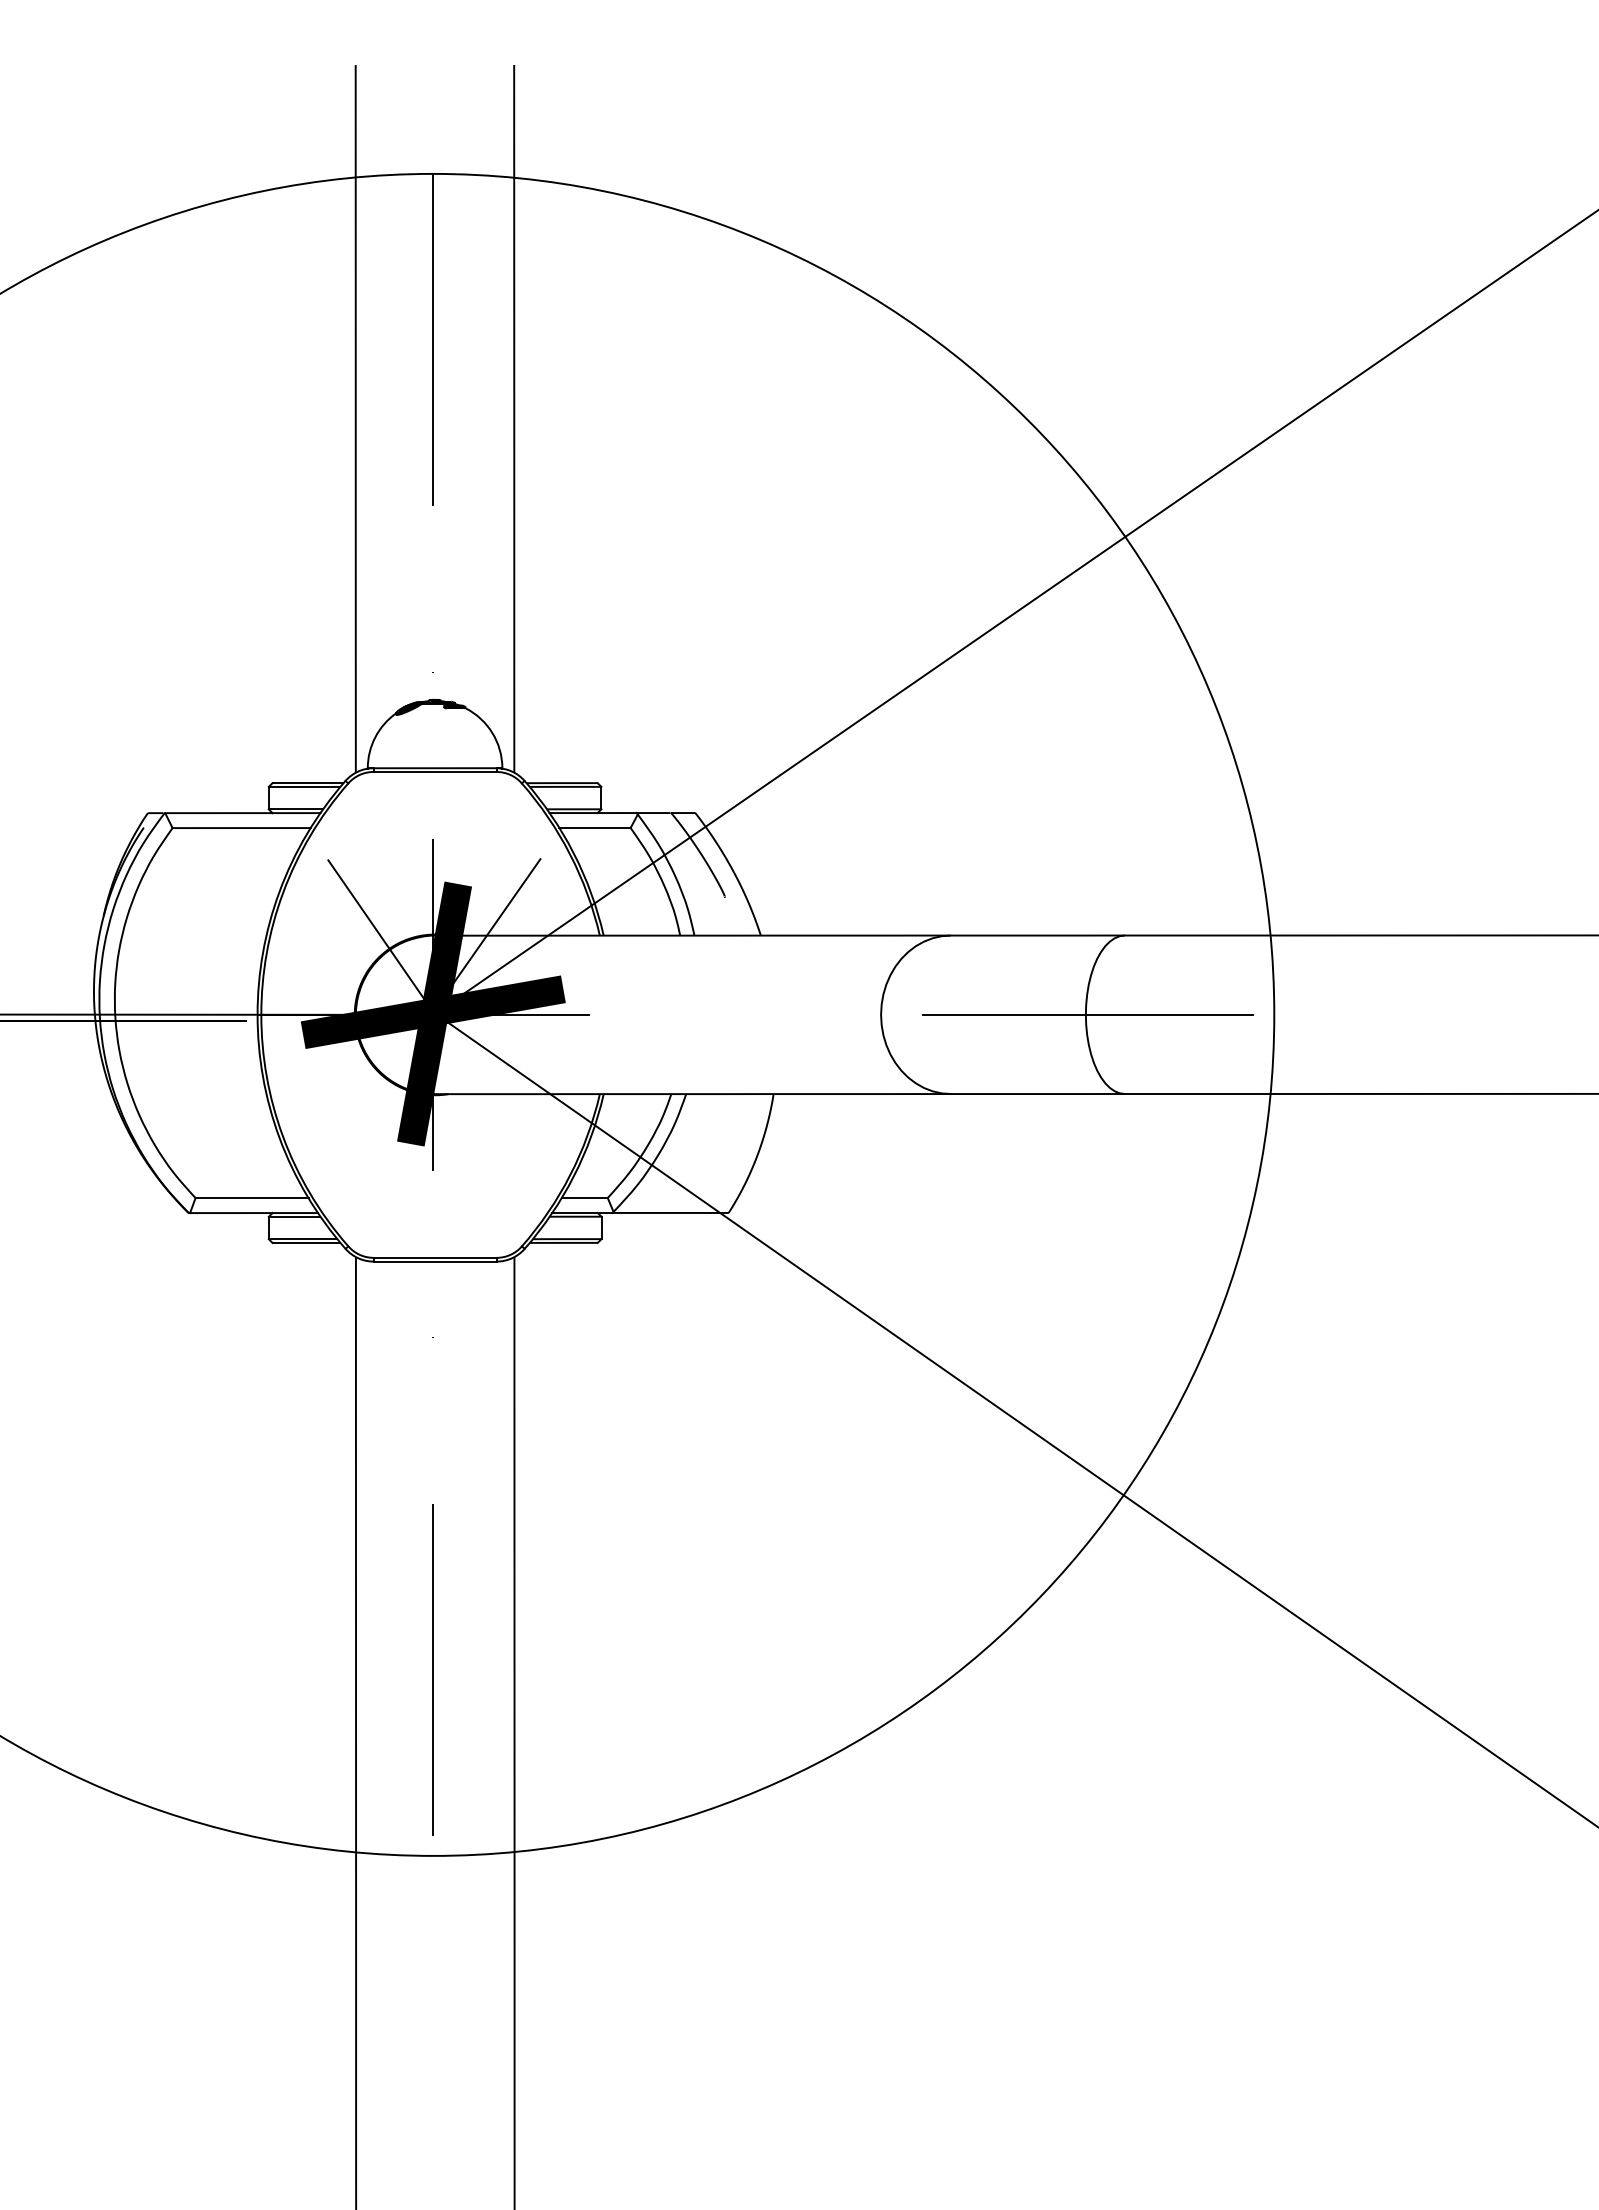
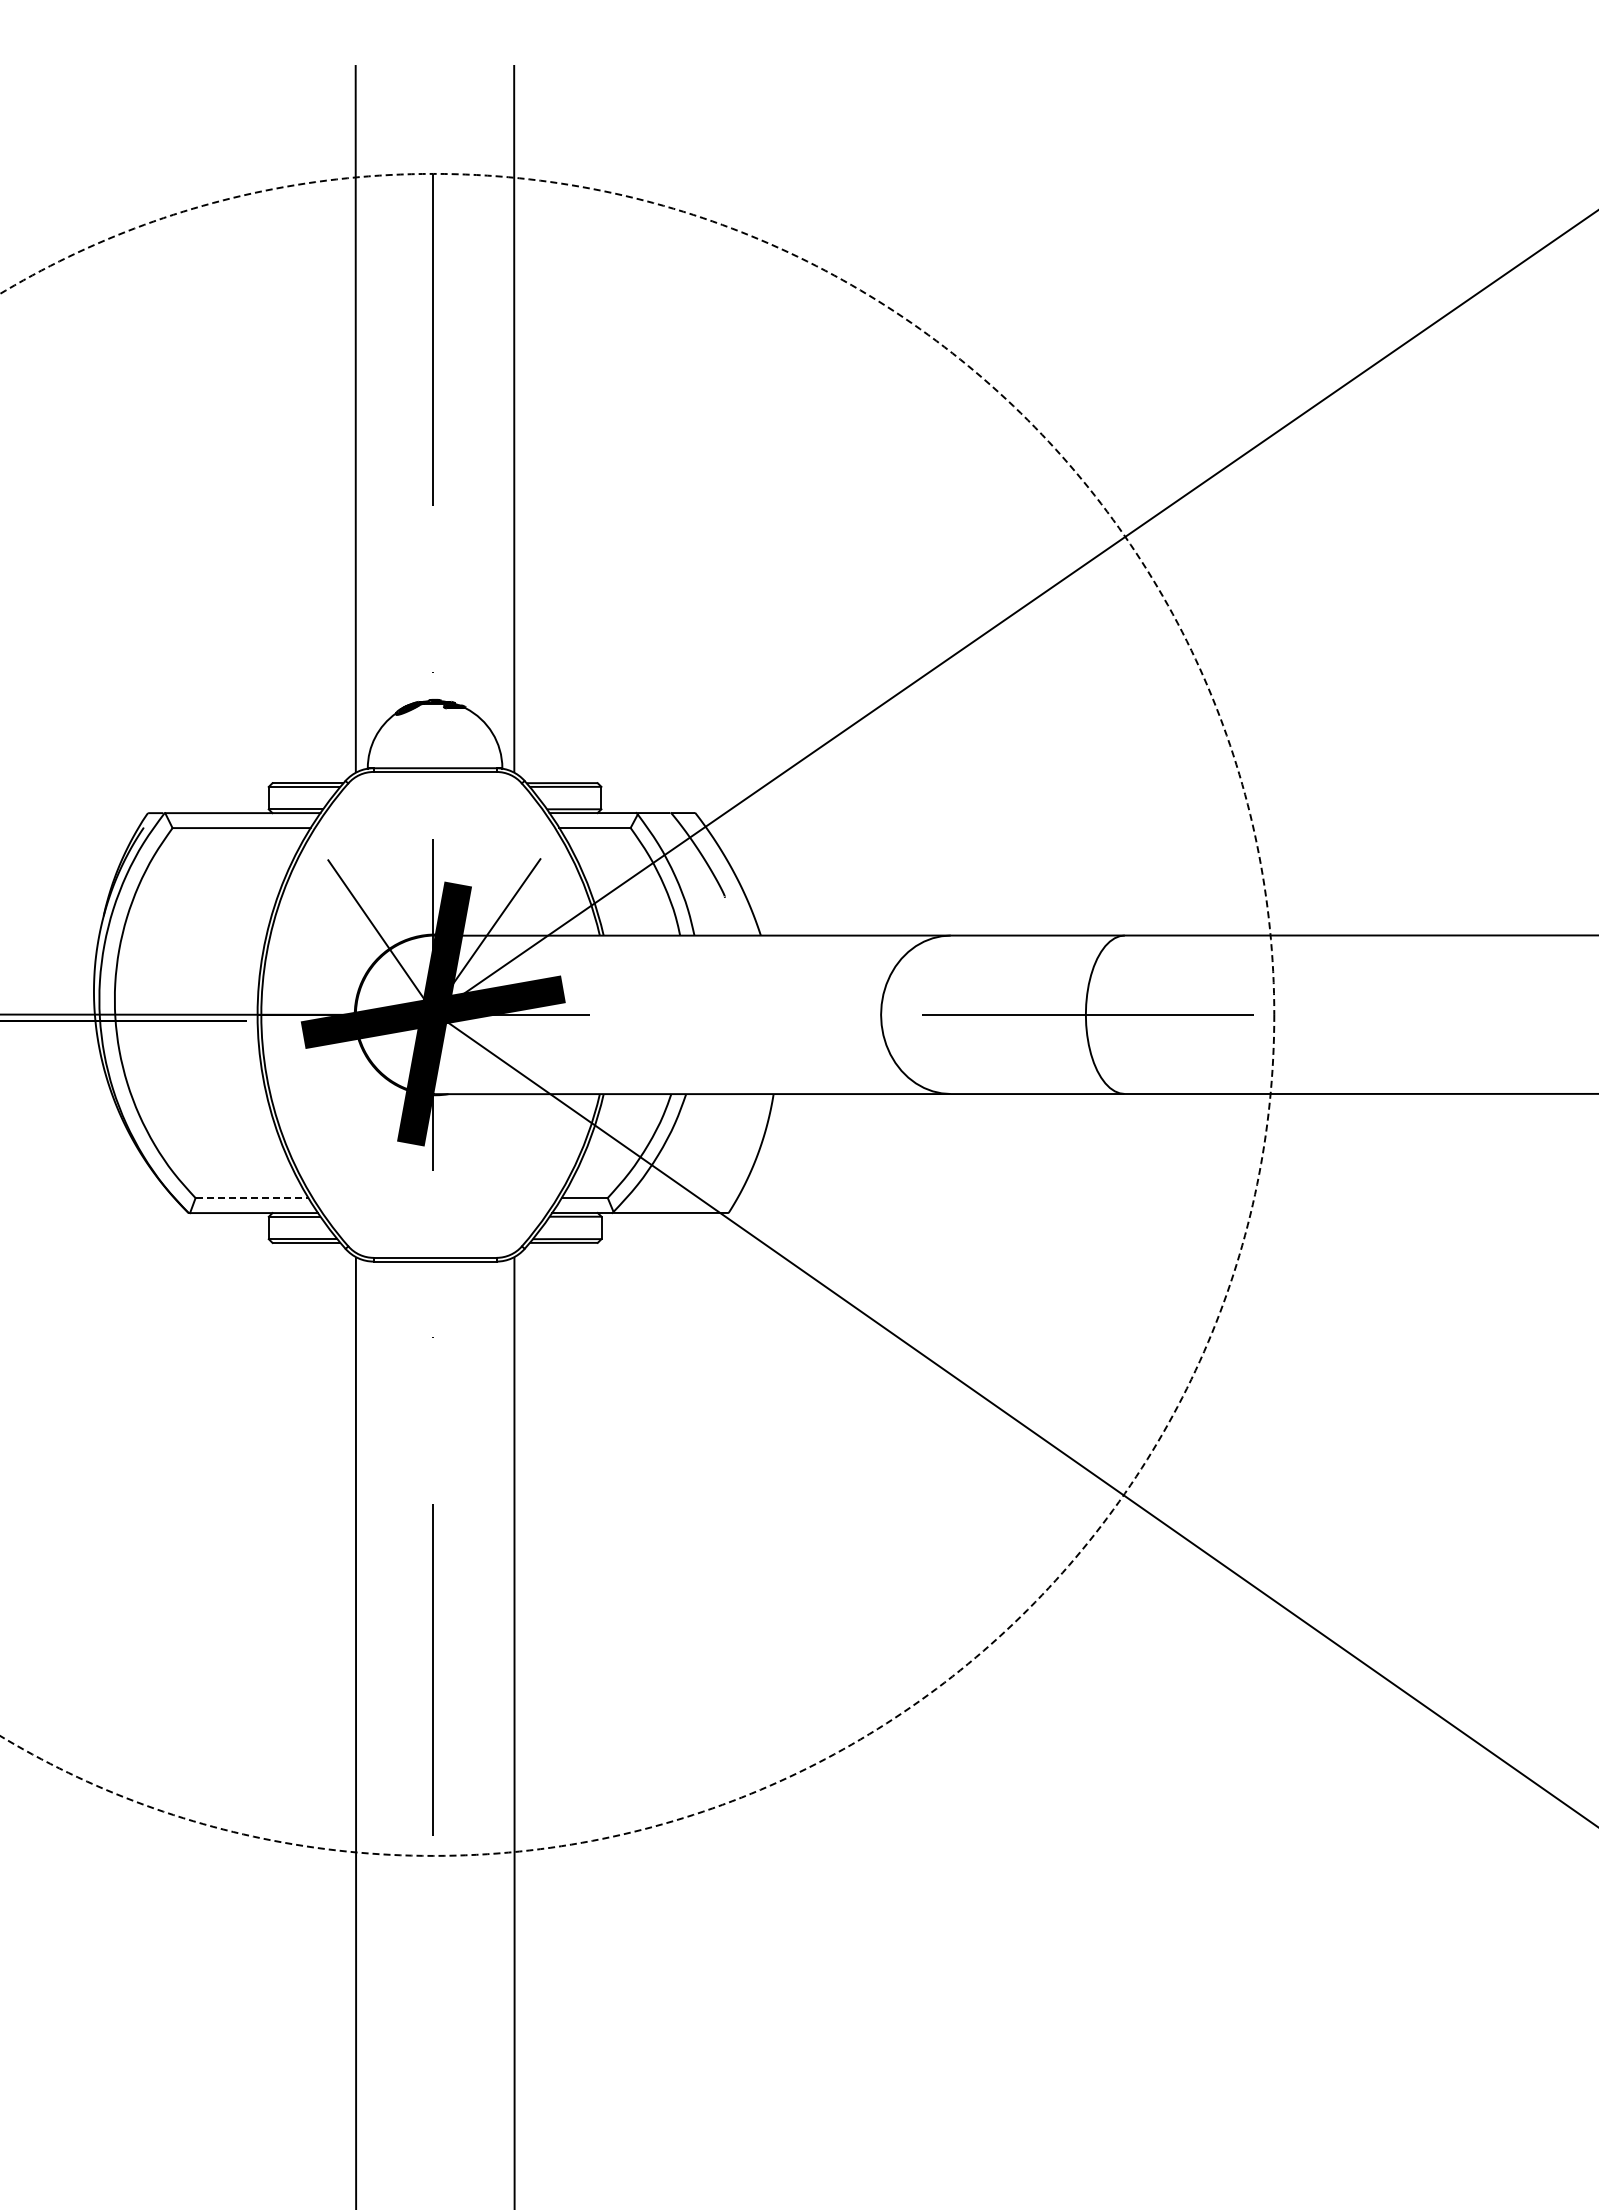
circle at (637, 1014): solid -> dashed
line at (252, 1198): solid -> dashed
